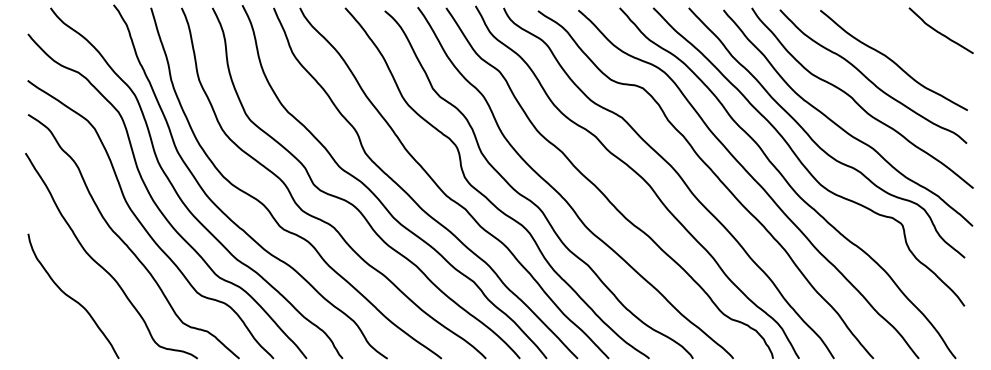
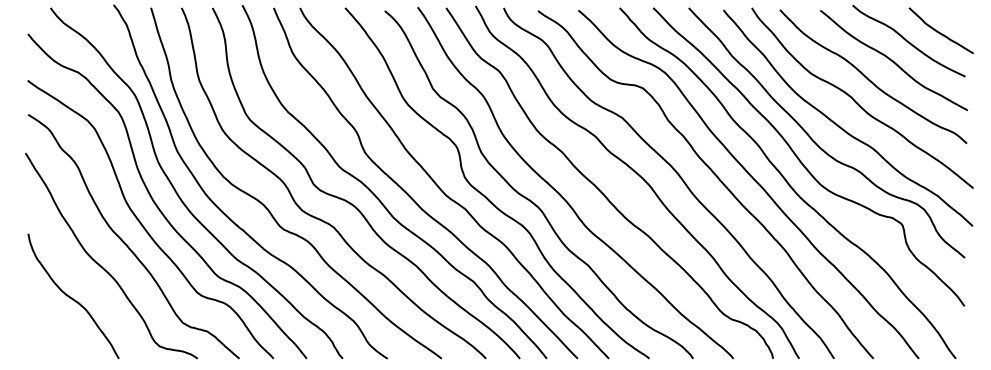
curve at (907, 40): none -> present
